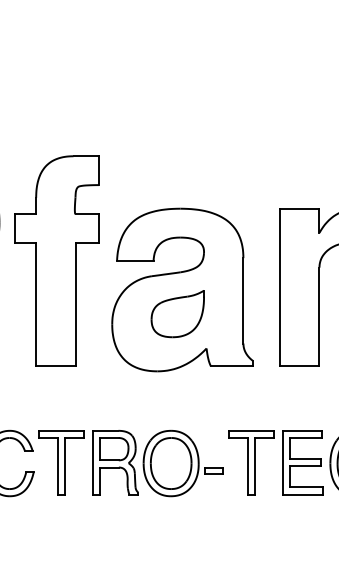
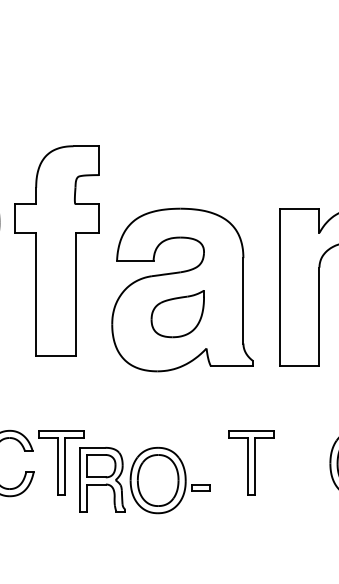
part at (56, 260) position: (56, 260) -> (56, 250)
part at (302, 462): present -> none
part at (157, 463) position: (157, 463) -> (144, 480)
